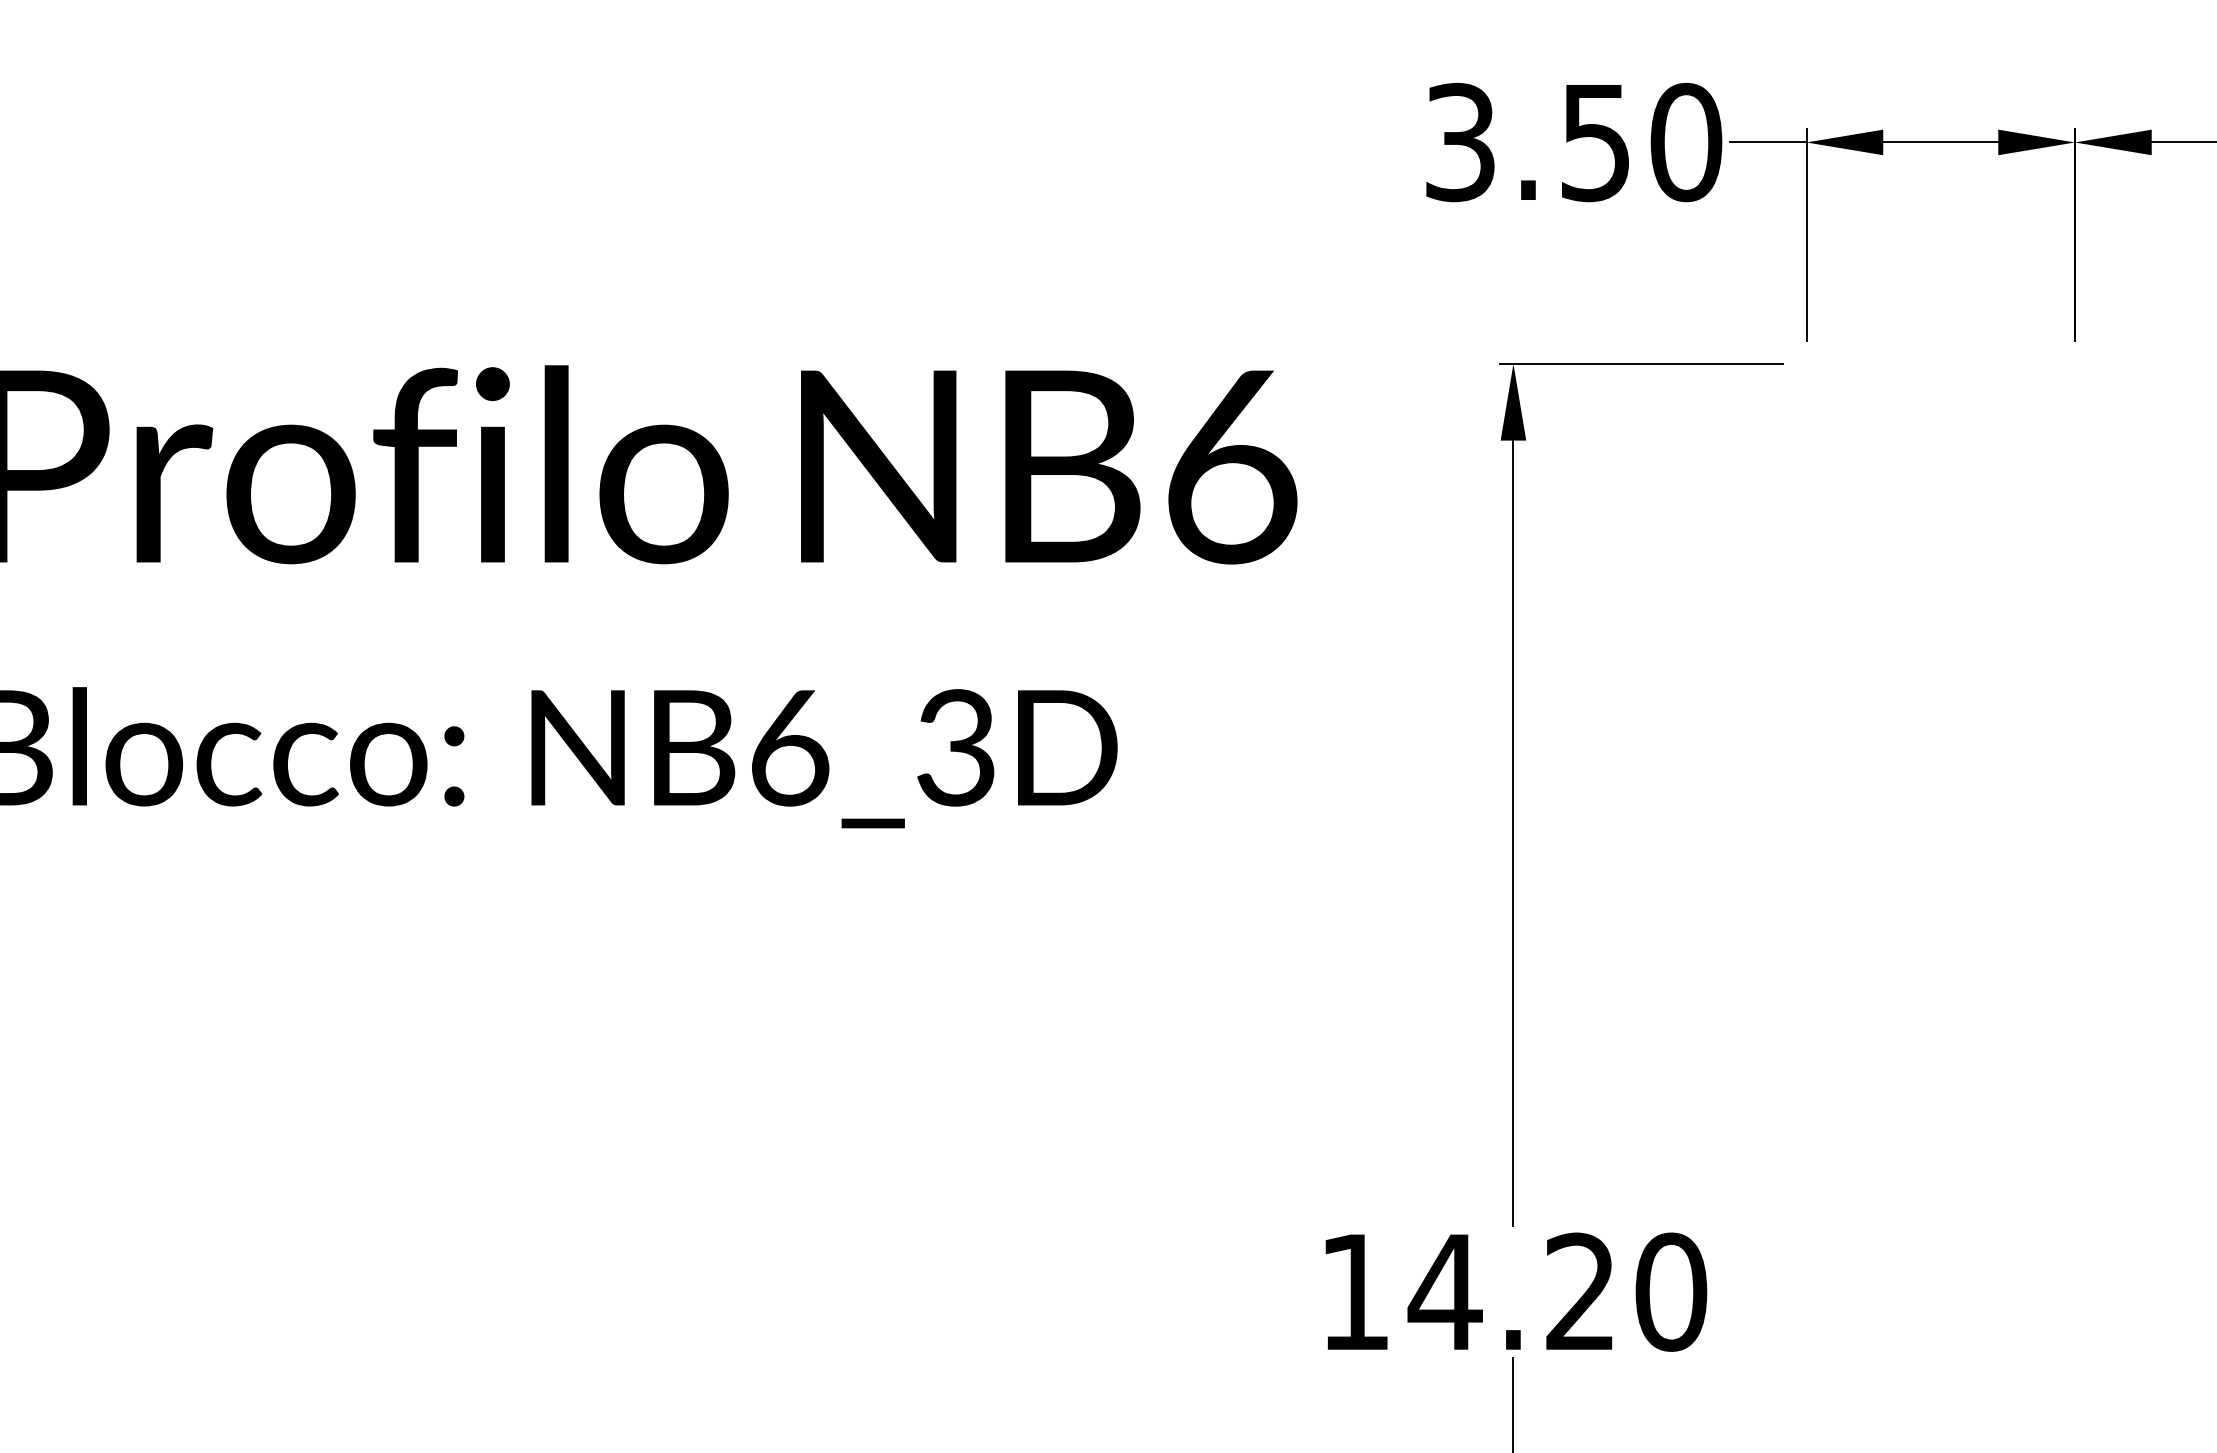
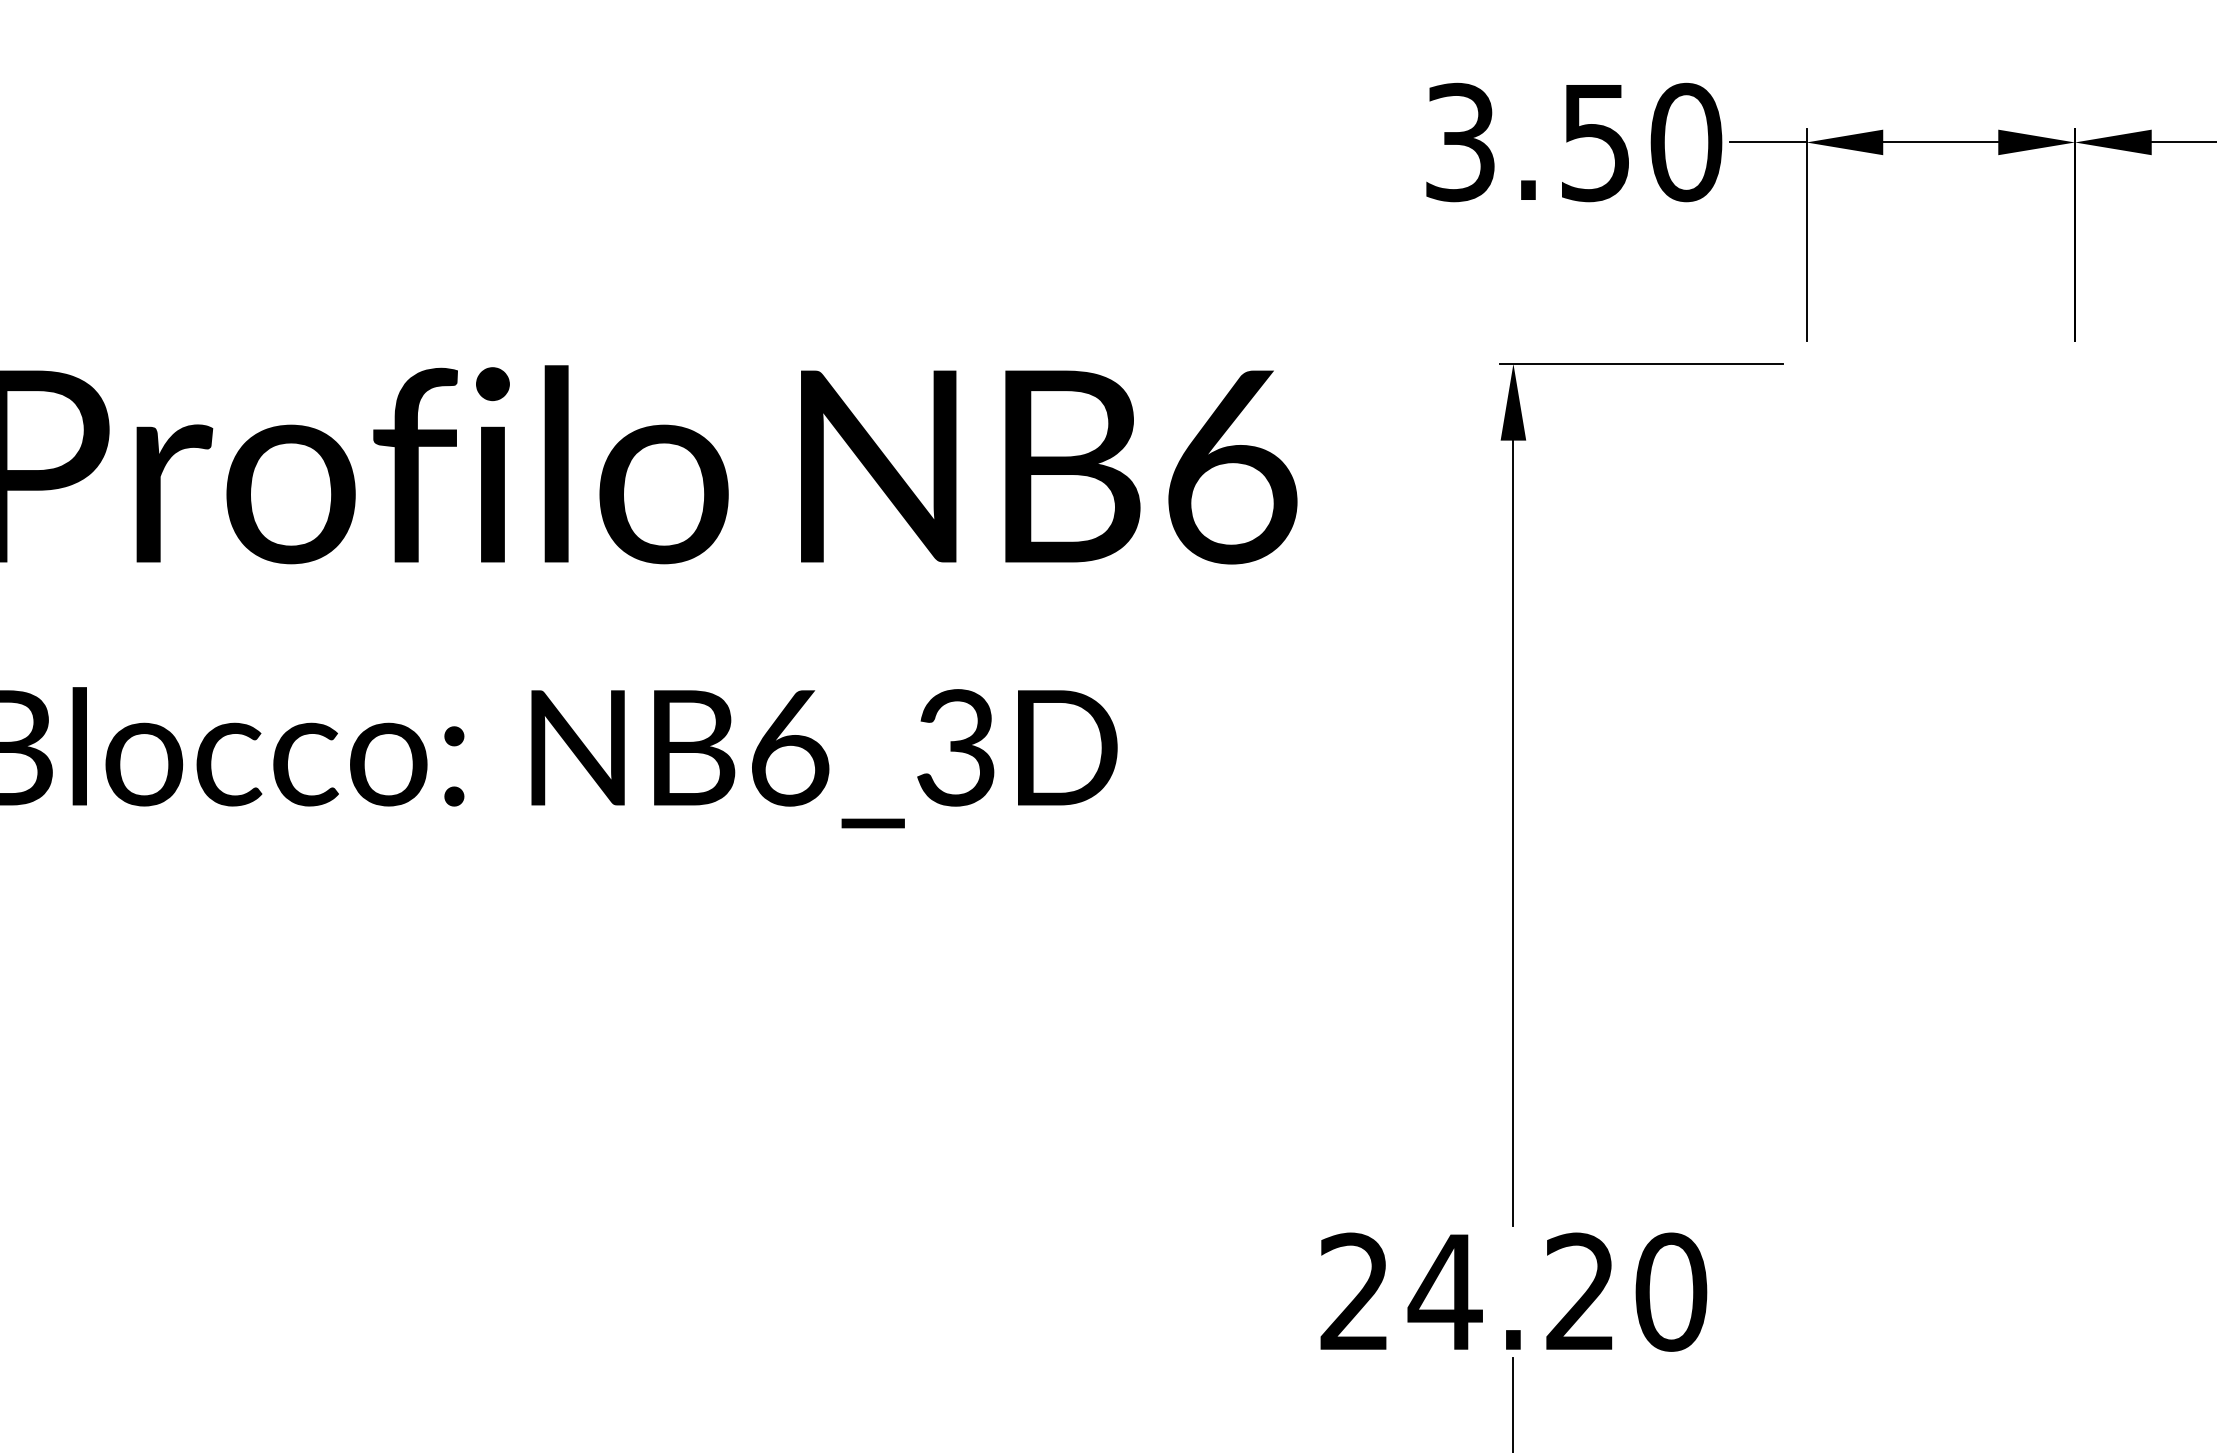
text at (1353, 1290): 14.20 -> 24.20
